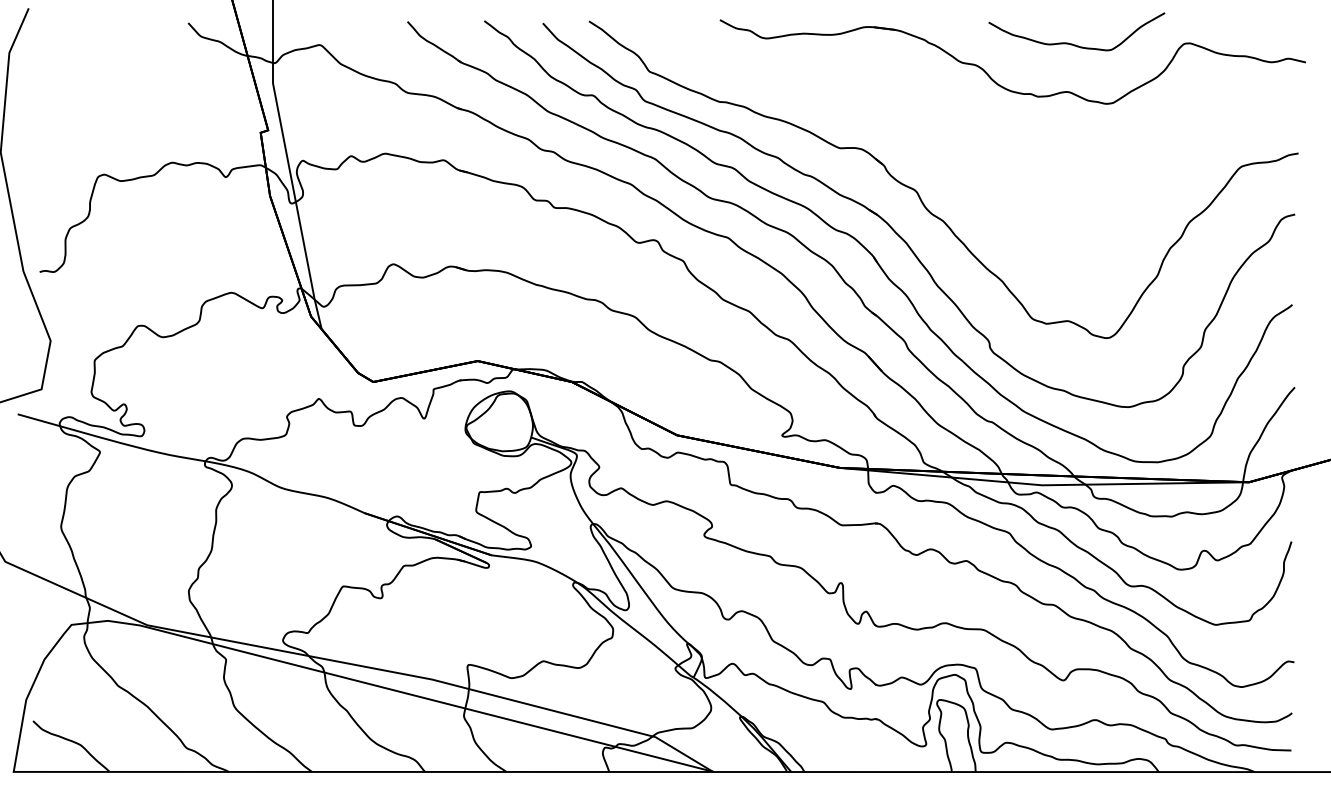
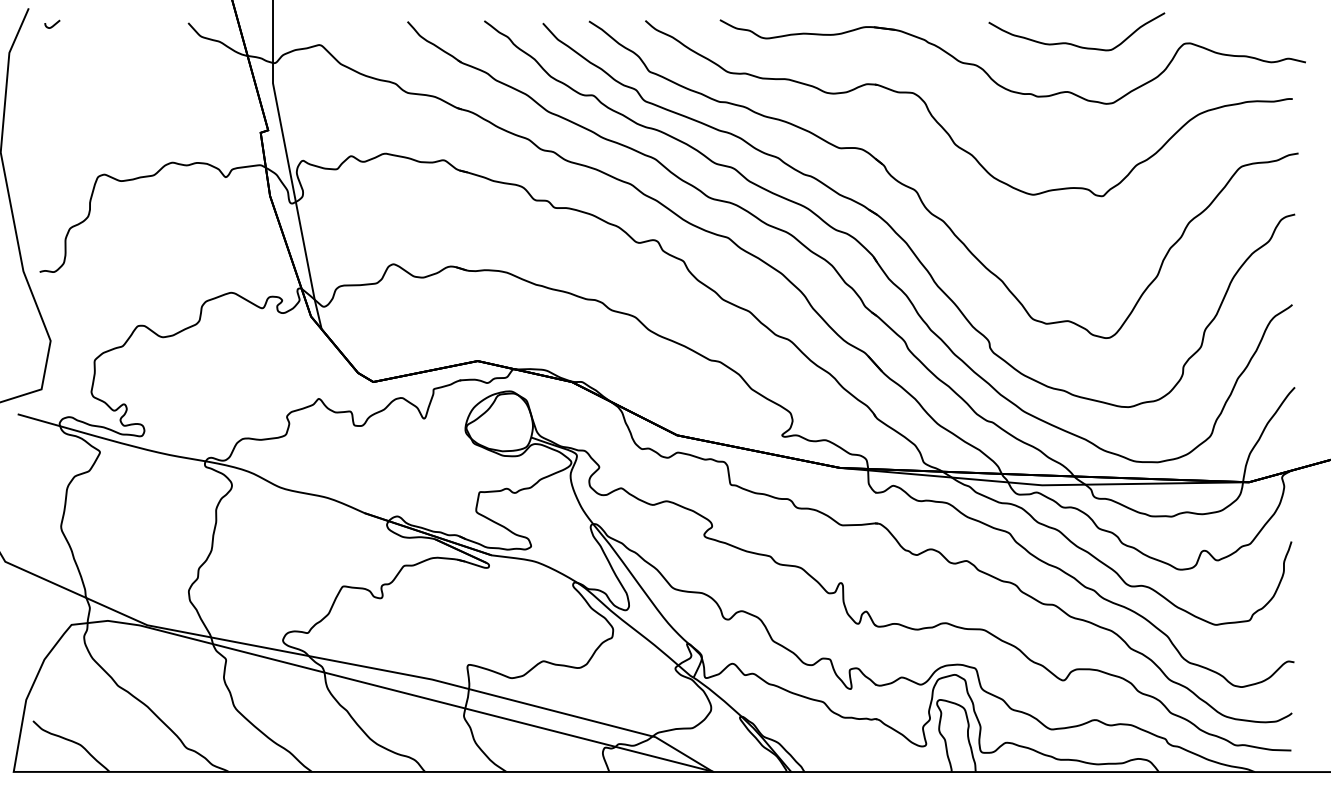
curve at (53, 24): none -> present
part at (946, 130): none -> present
